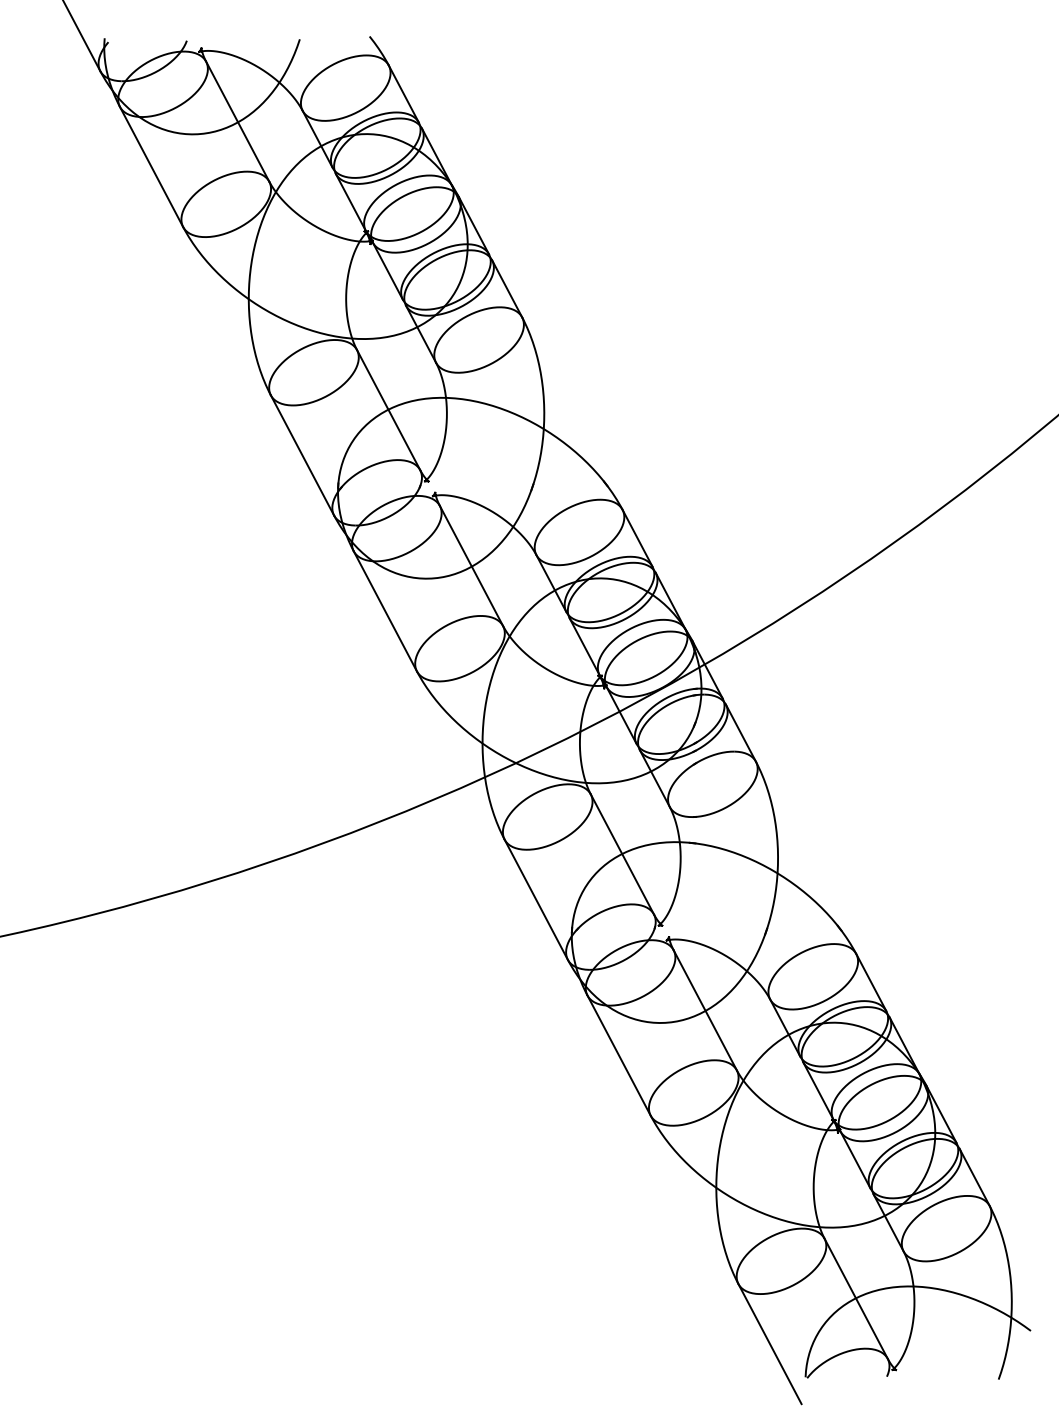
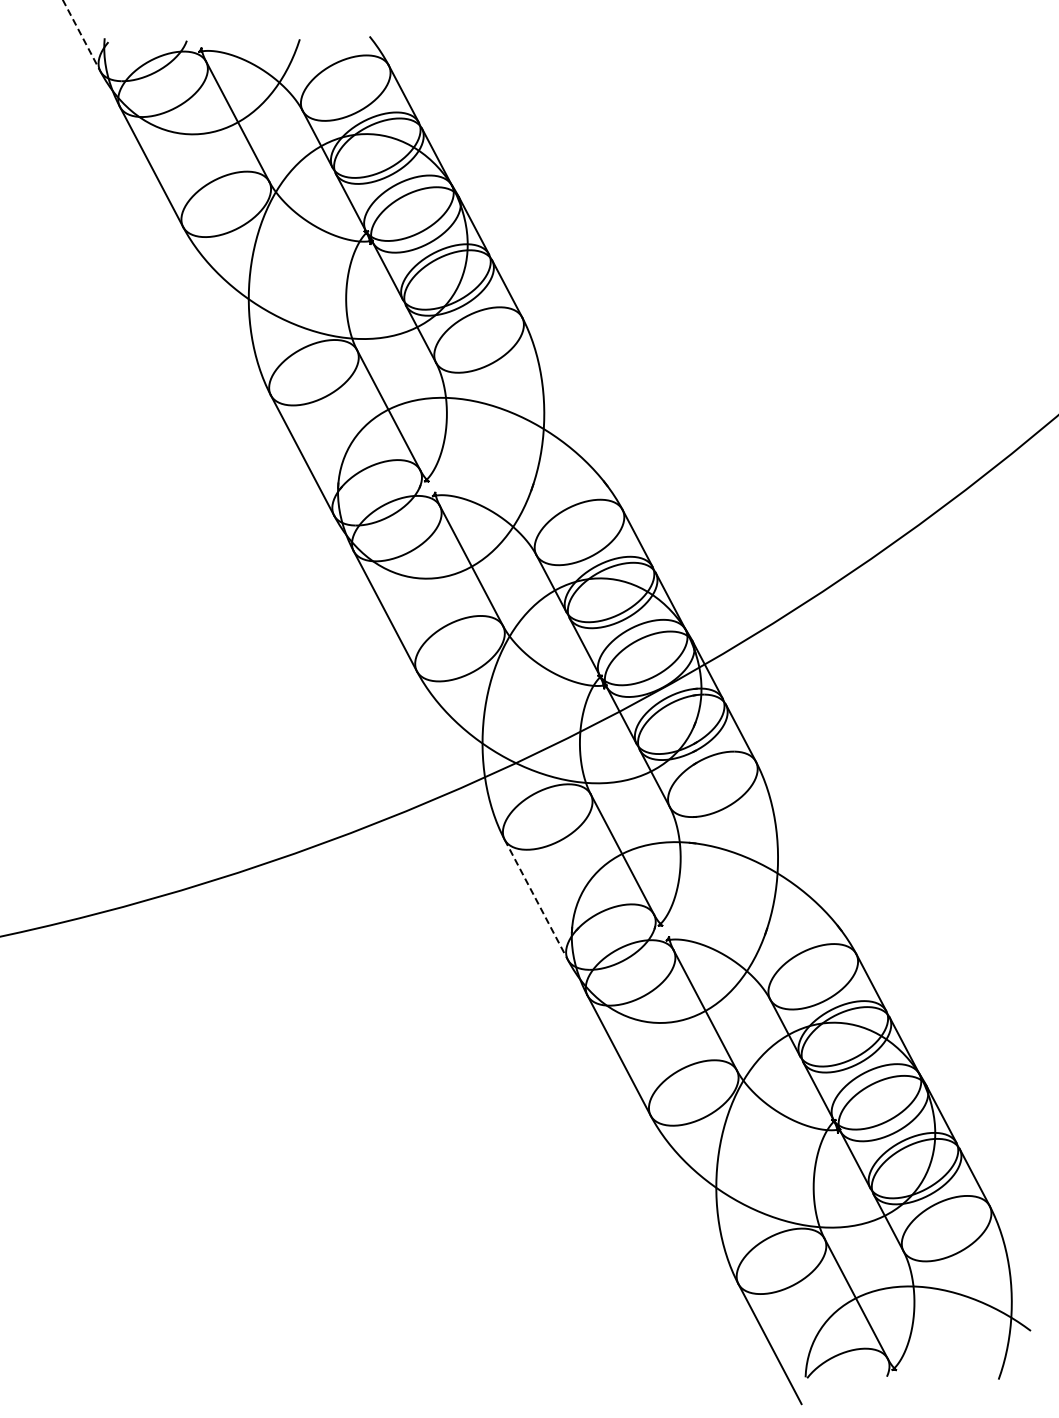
line at (81, 35): solid -> dashed
line at (536, 899): solid -> dashed
